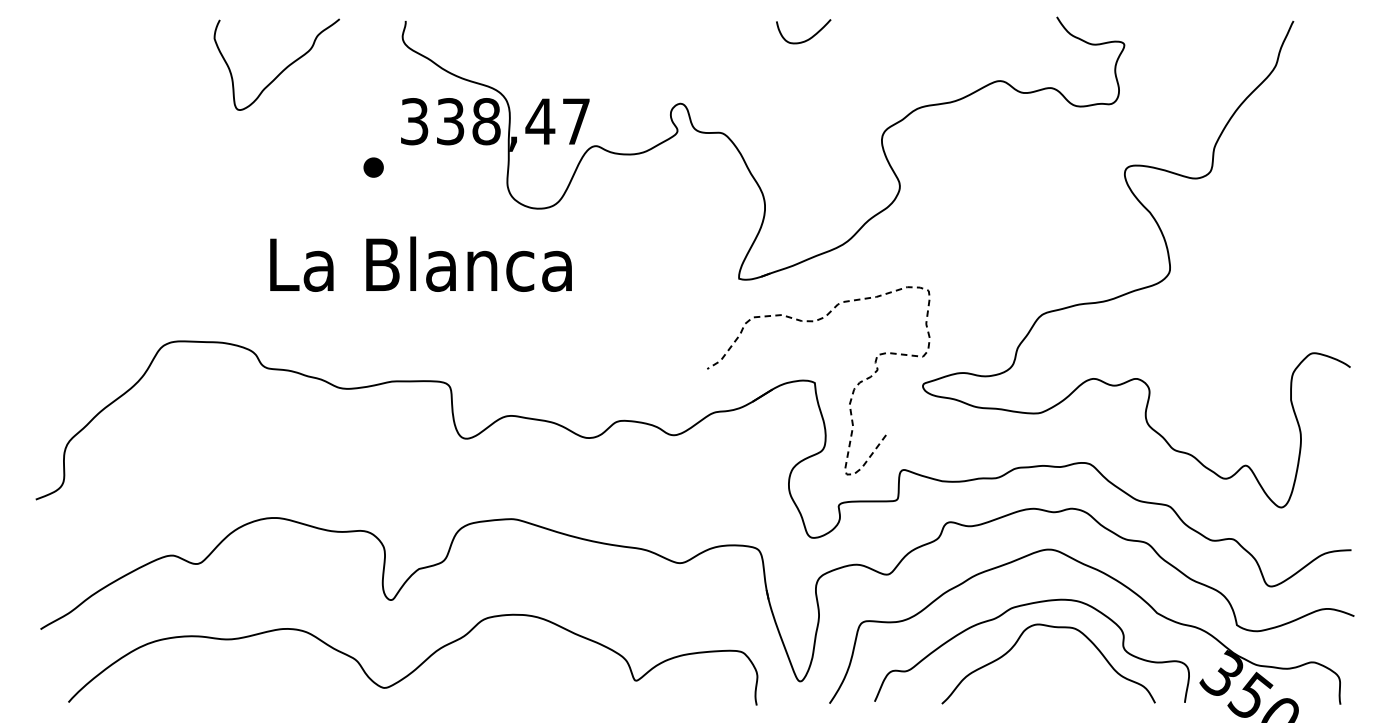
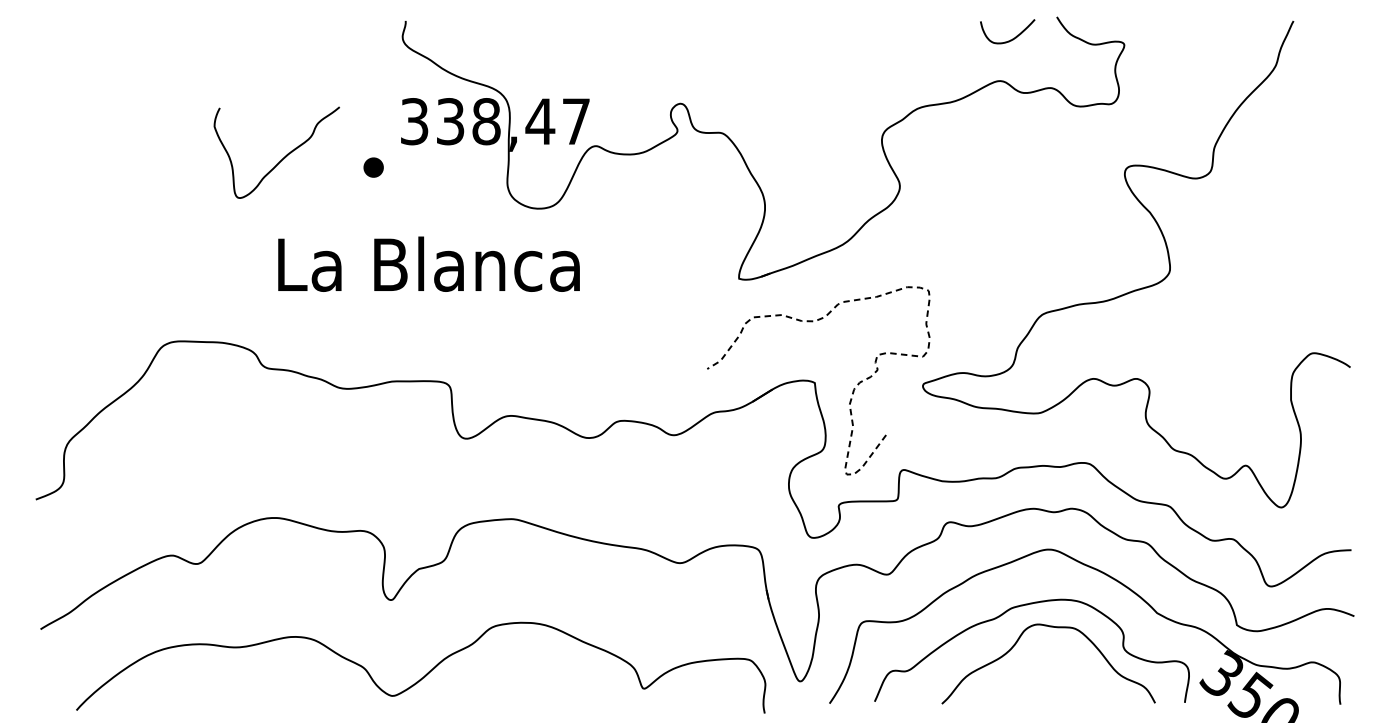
curve at (806, 39) position: (806, 39) -> (1010, 39)
curve at (282, 70) position: (282, 70) -> (282, 158)
text at (420, 263) position: (420, 263) -> (428, 263)
curve at (419, 664) position: (419, 664) -> (427, 672)
